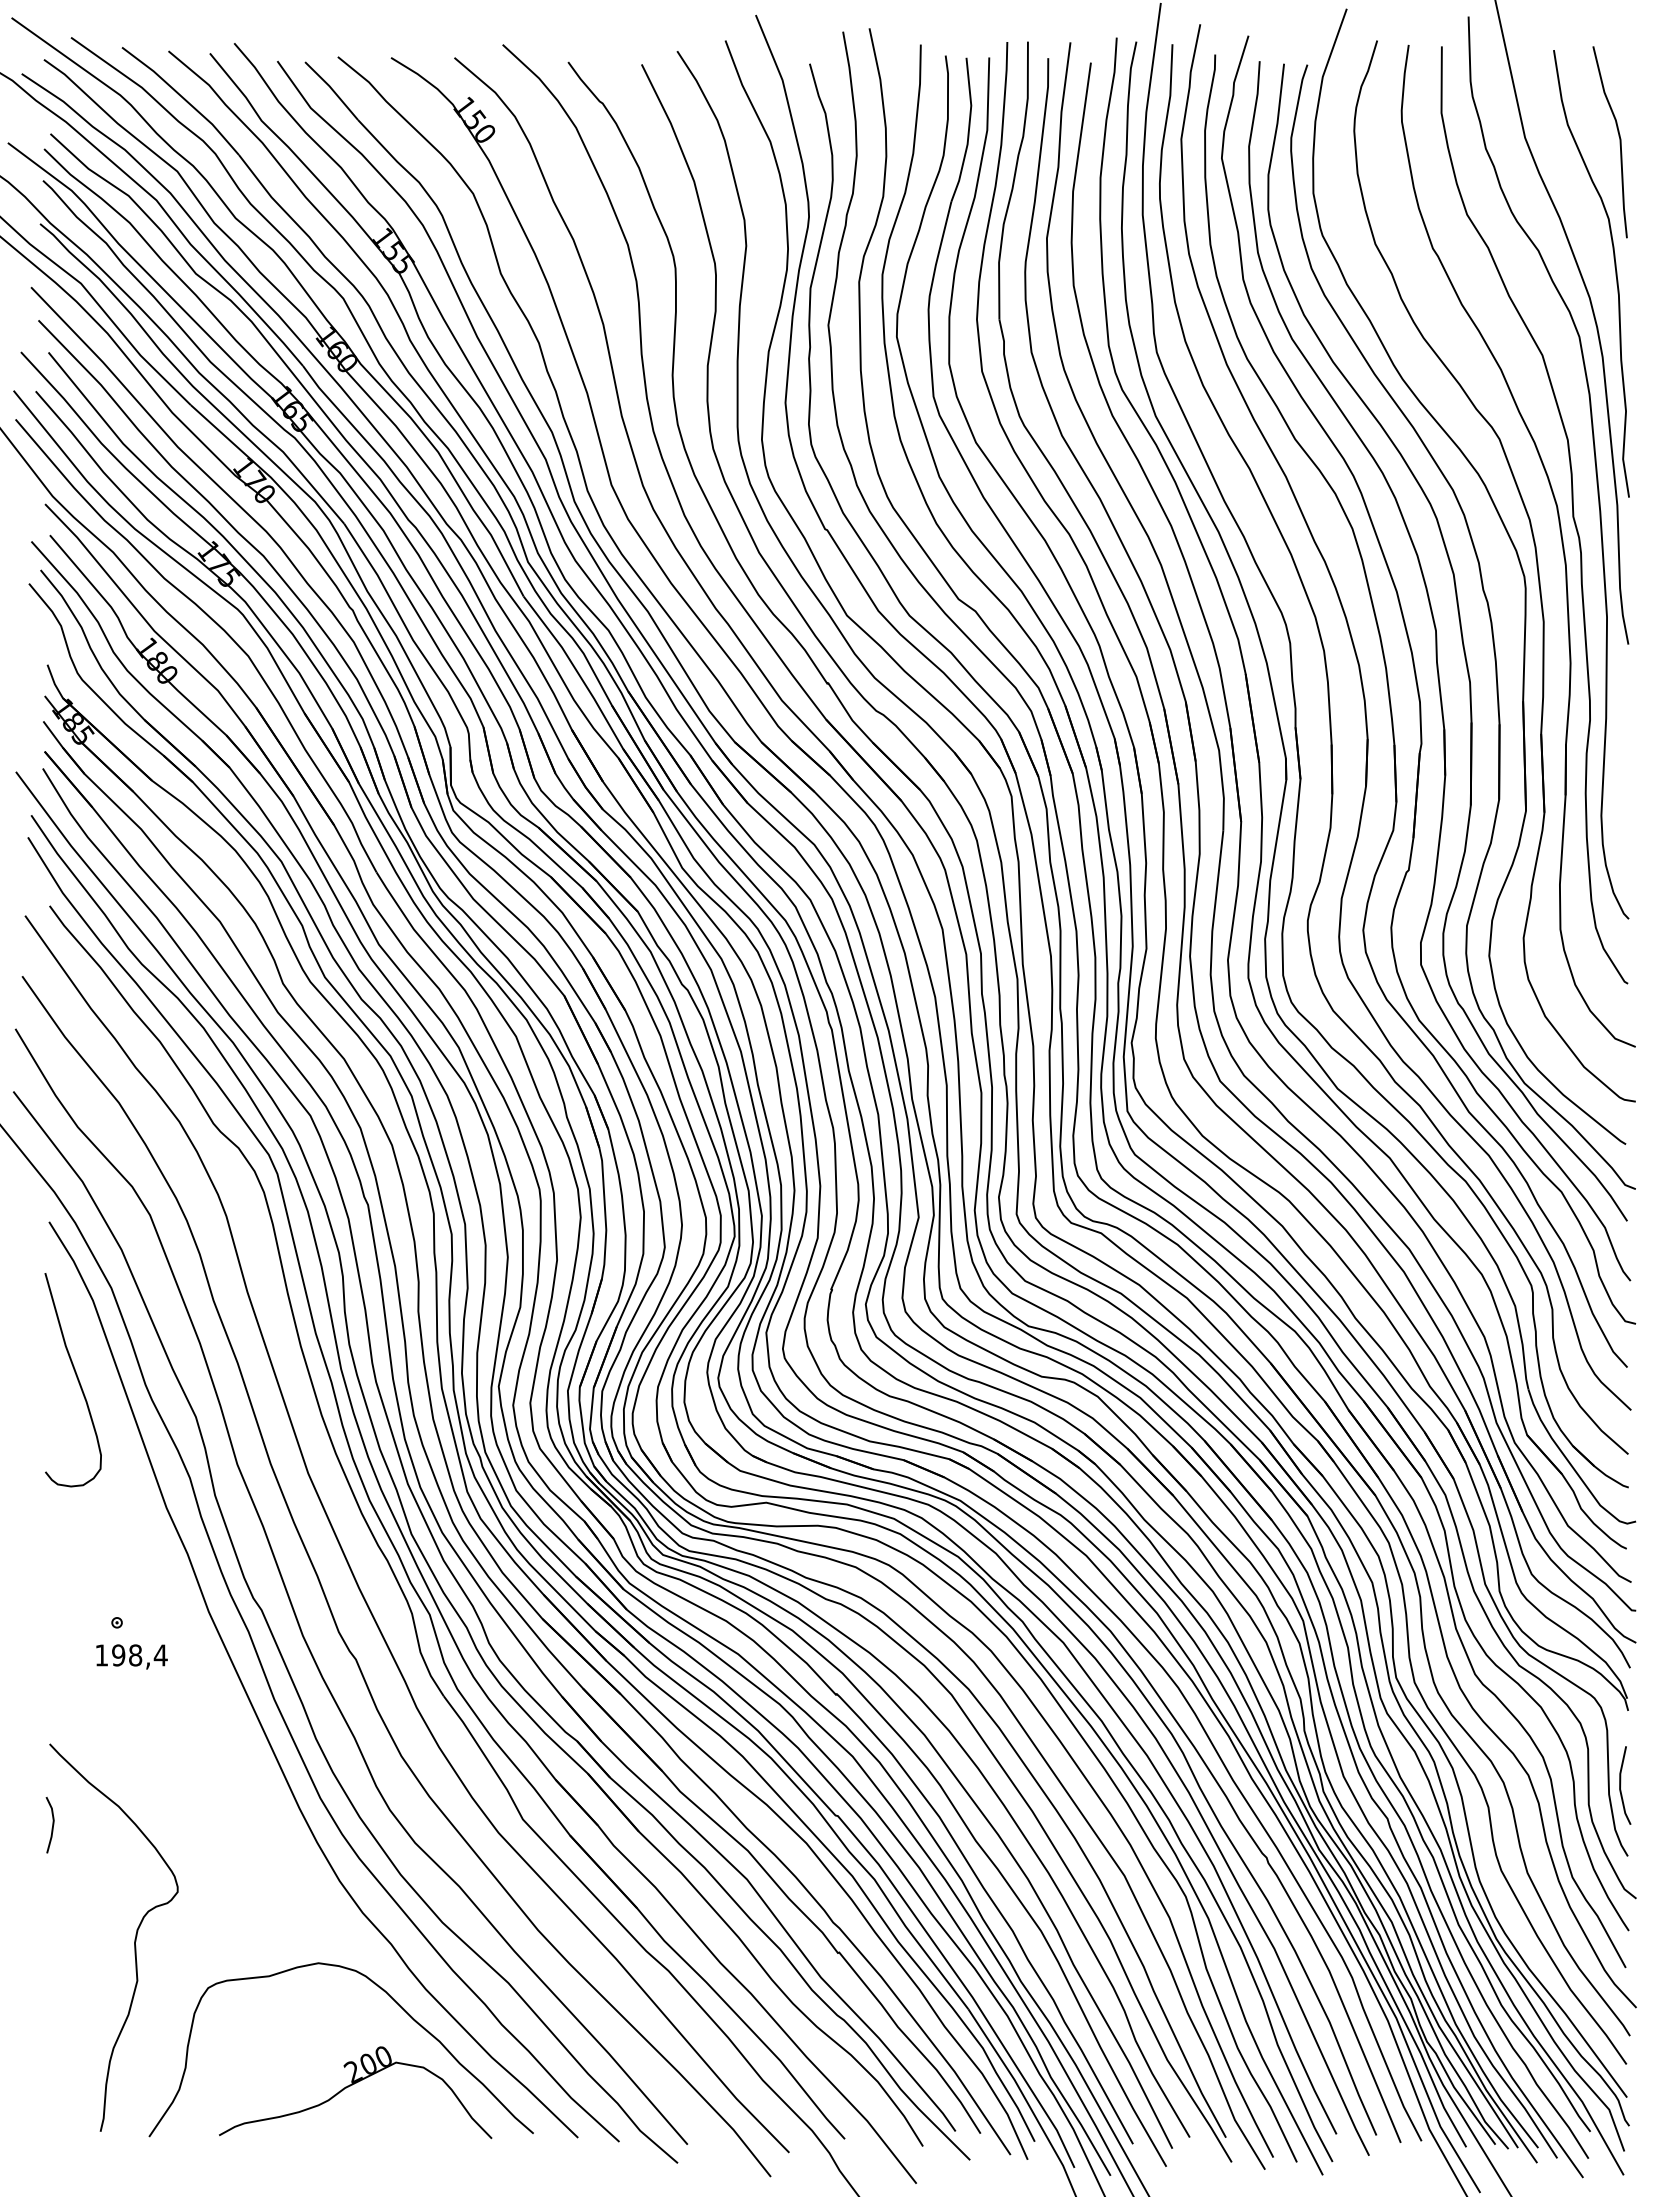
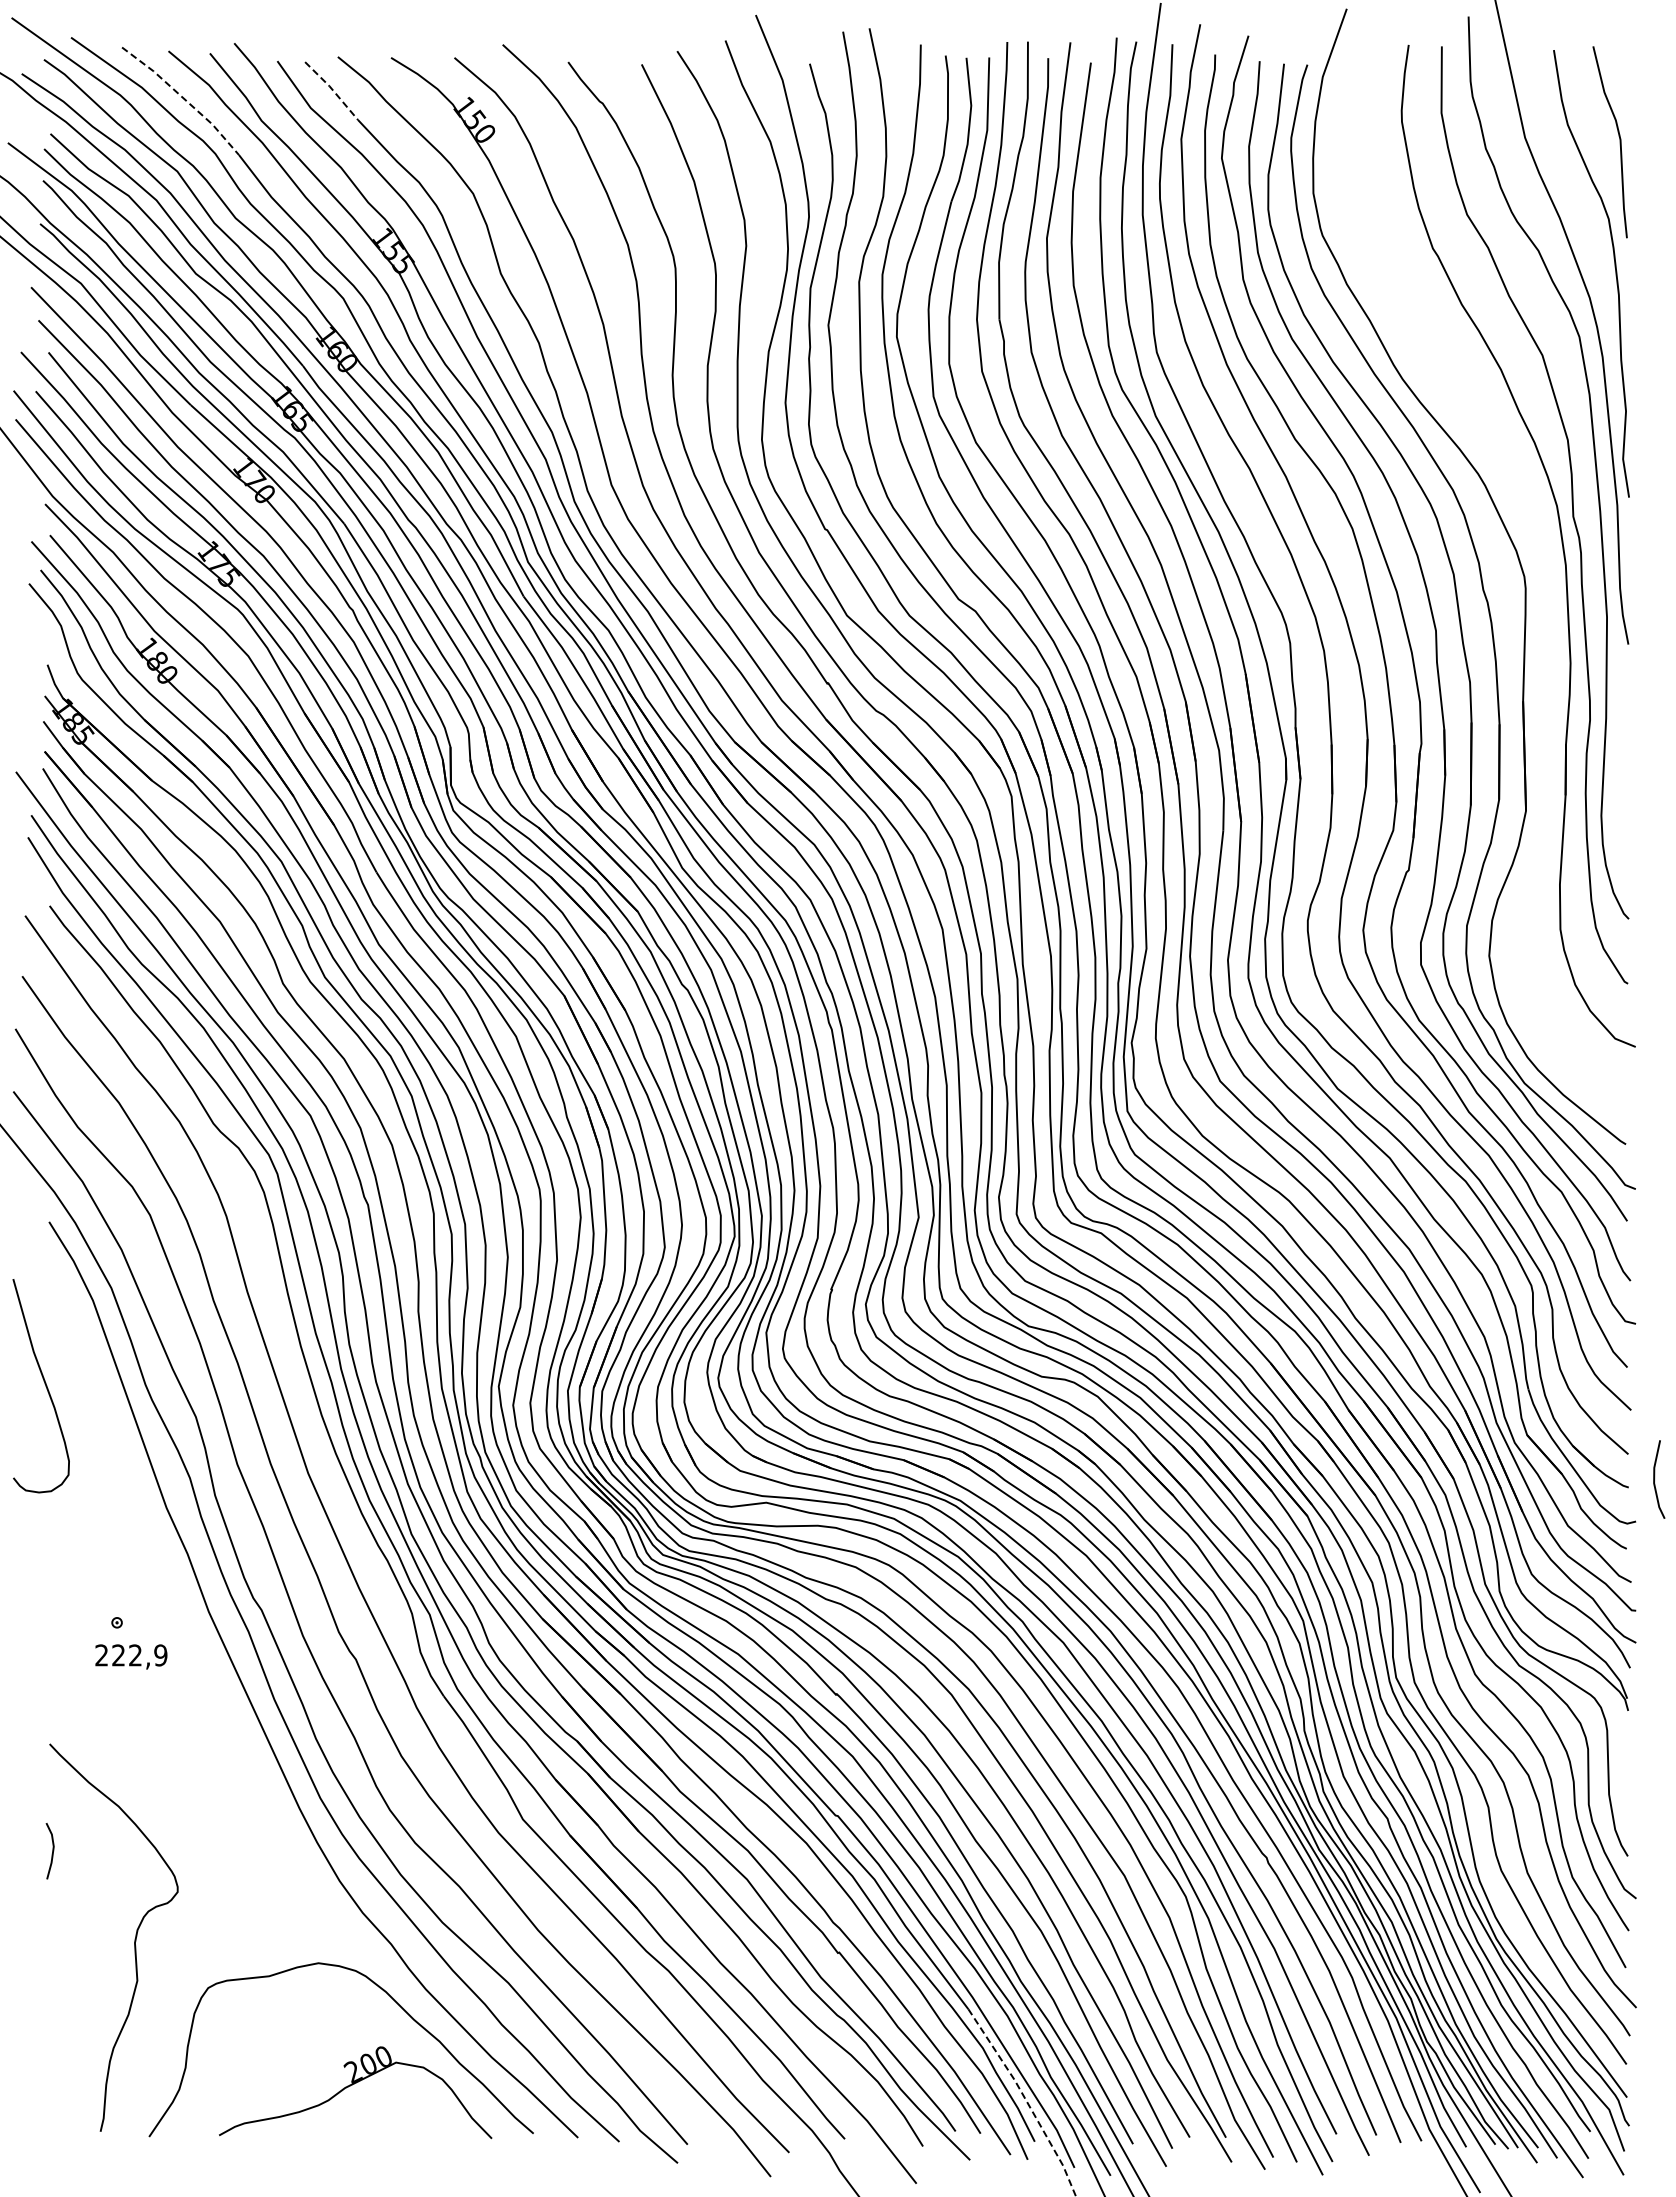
line at (332, 89): solid -> dashed
line at (183, 98): solid -> dashed
part at (1536, 567): present -> none
curve at (76, 1378) position: (76, 1378) -> (44, 1384)
text at (131, 1655): 198,4 -> 222,9
line at (1621, 1784) position: (1621, 1784) -> (1655, 1478)
line at (52, 1825) position: (52, 1825) -> (52, 1851)
line at (1026, 2100): solid -> dashed
